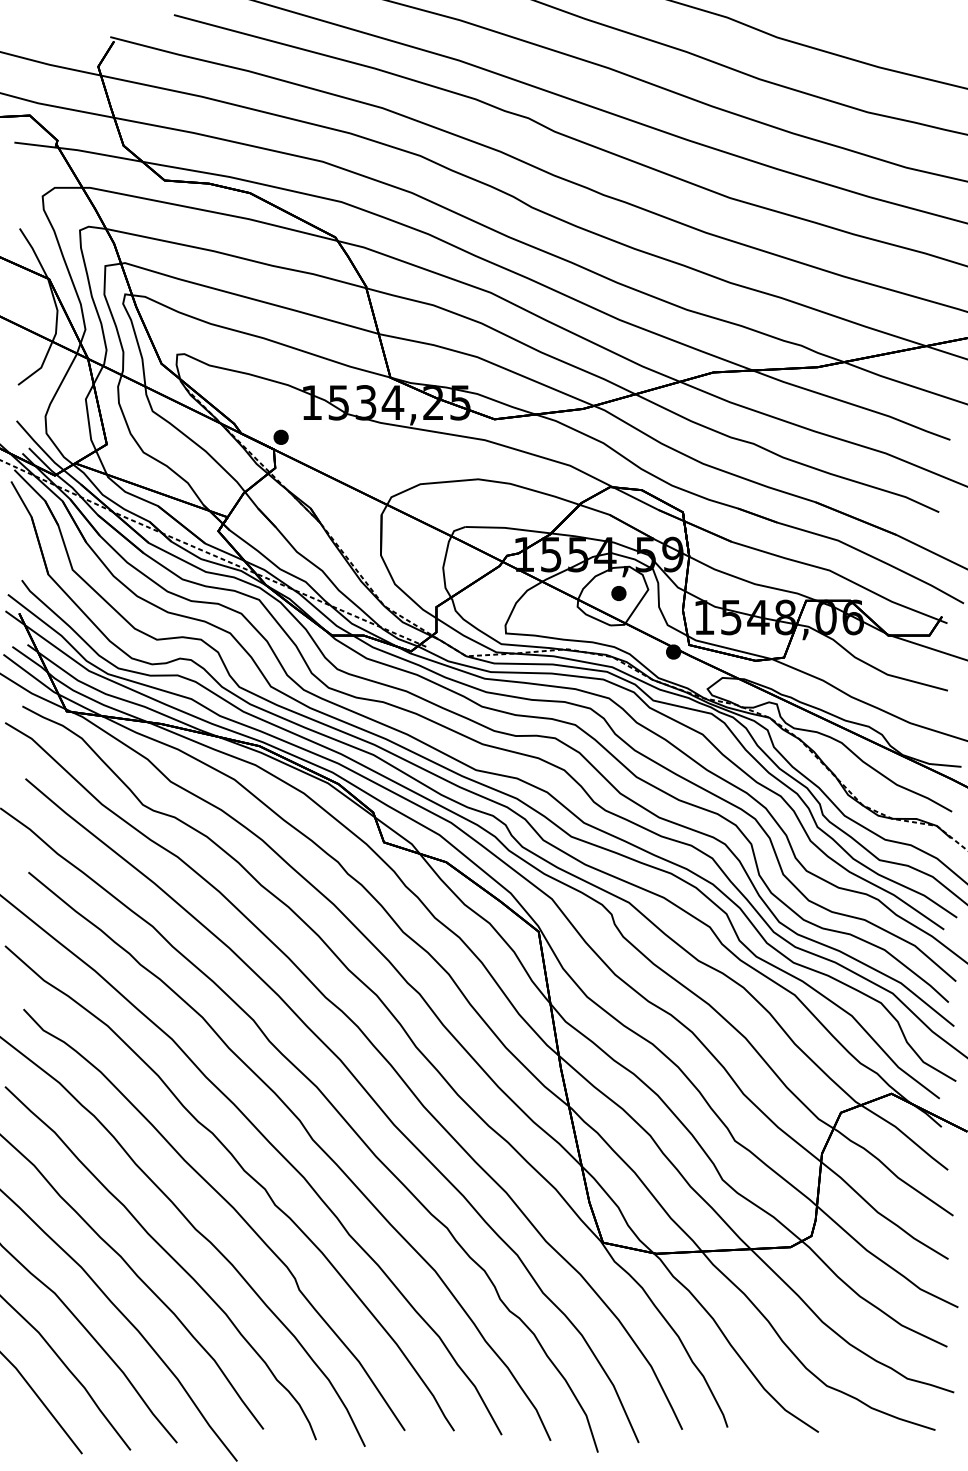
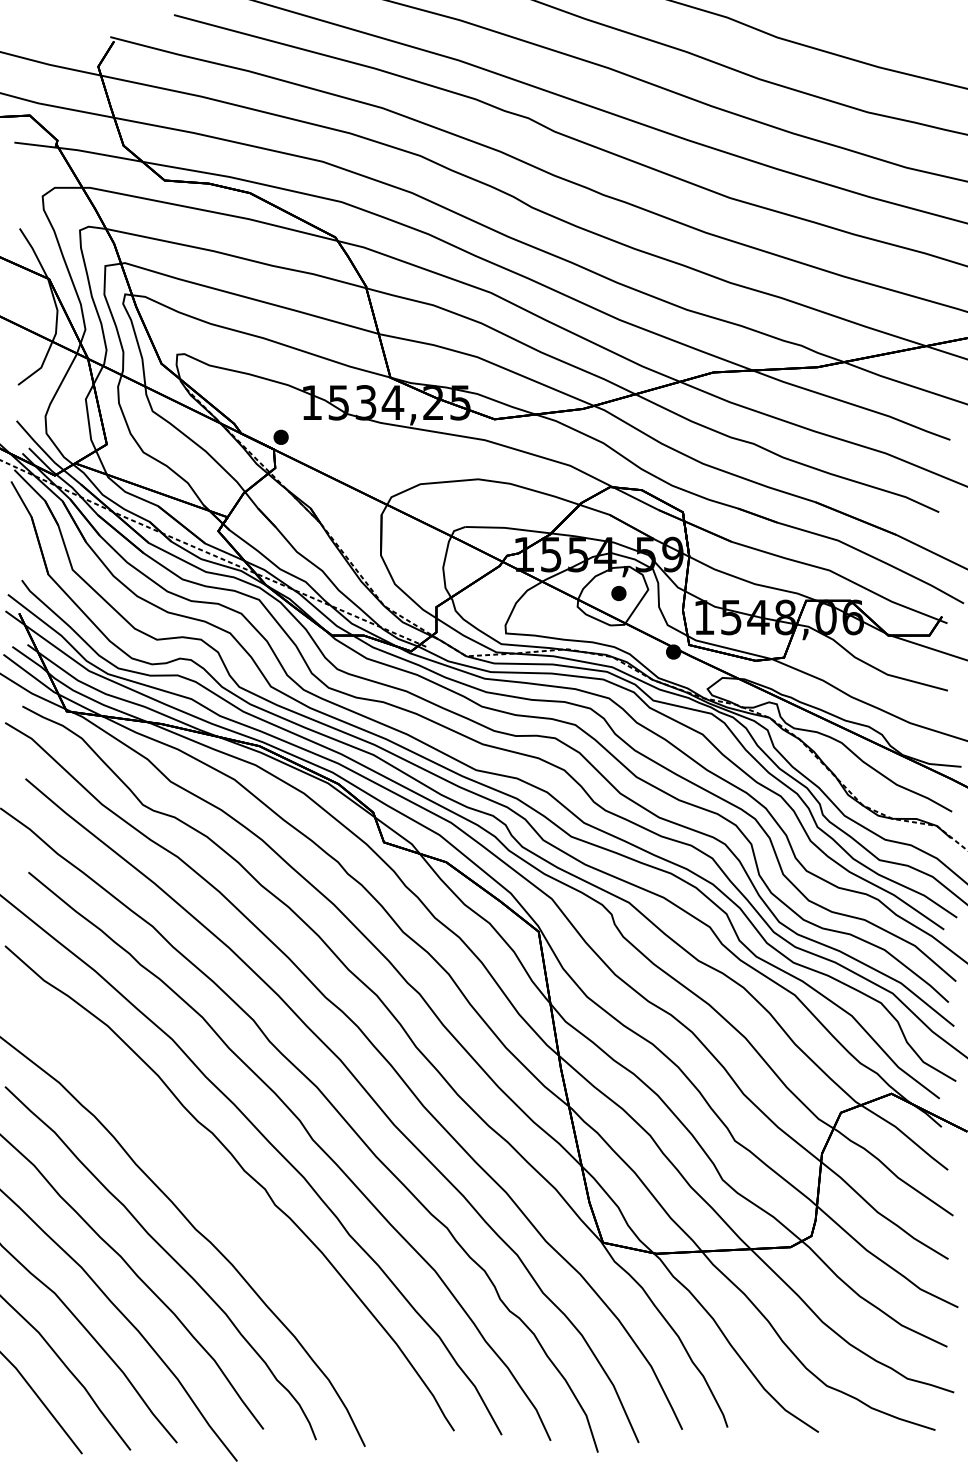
curve at (228, 1204): present -> none
